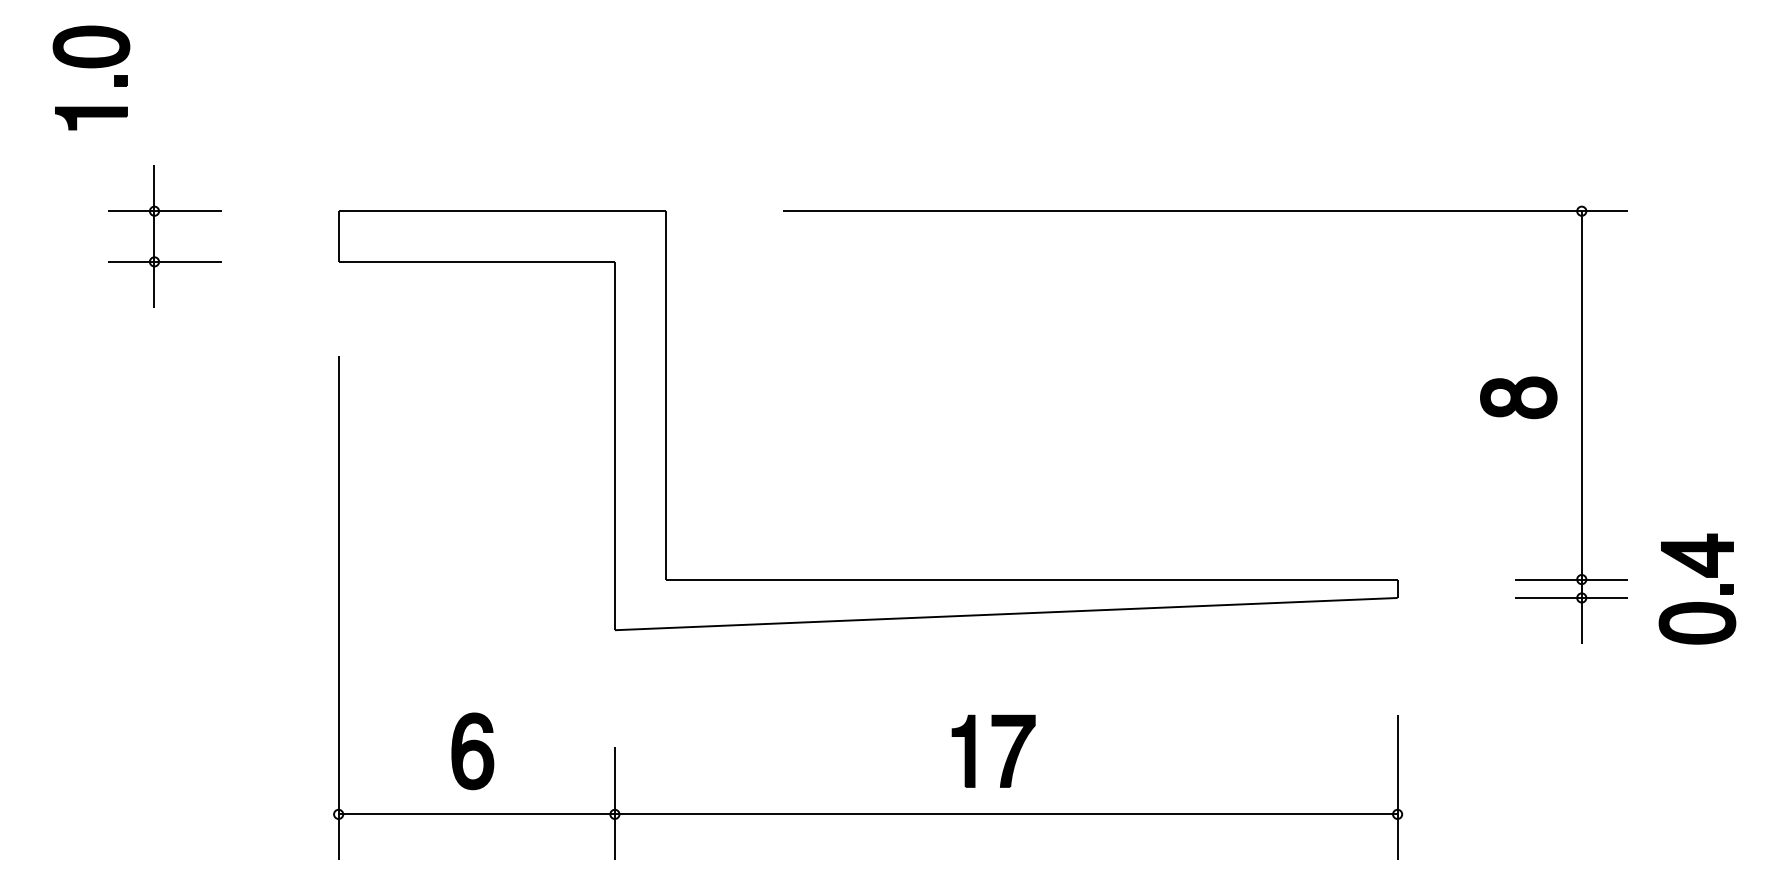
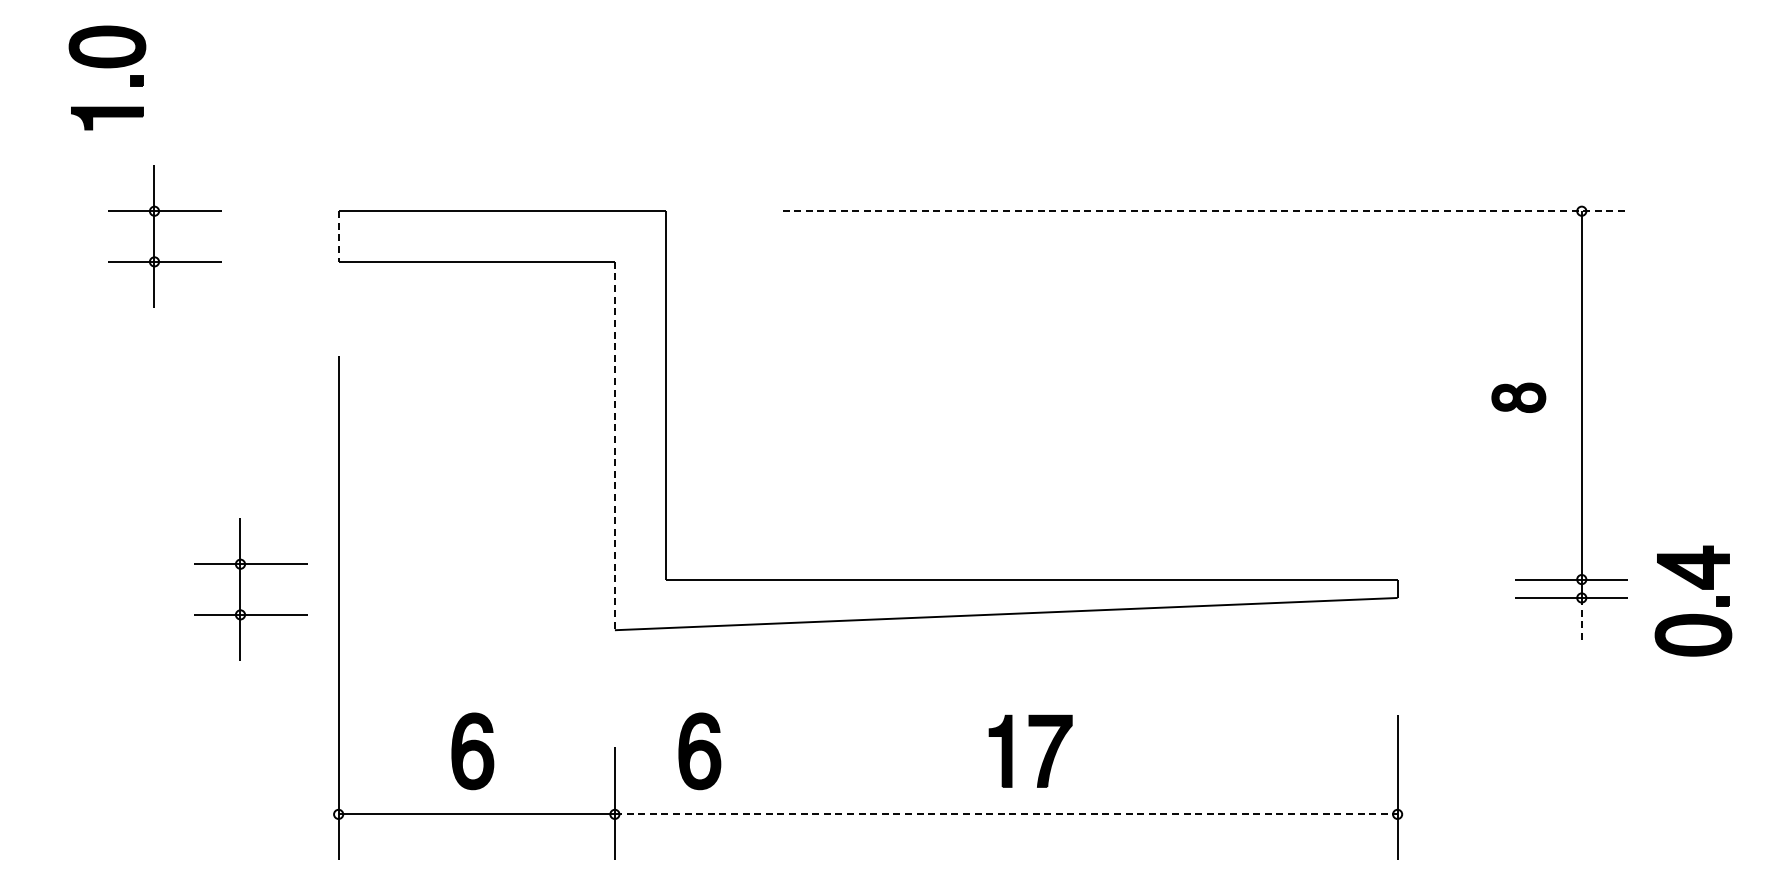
part at (91, 68) position: (91, 68) -> (107, 68)
line at (1205, 211): solid -> dashed
line at (338, 237): solid -> dashed
part at (1518, 397) size: 78x44 px -> 56x31 px
line at (614, 446): solid -> dashed
part at (1703, 576) position: (1703, 576) -> (1699, 588)
part at (240, 589): none -> present
line at (1581, 621): solid -> dashed
part at (699, 751): none -> present
part at (1007, 756) position: (1007, 756) -> (1044, 756)
line at (1006, 814): solid -> dashed
